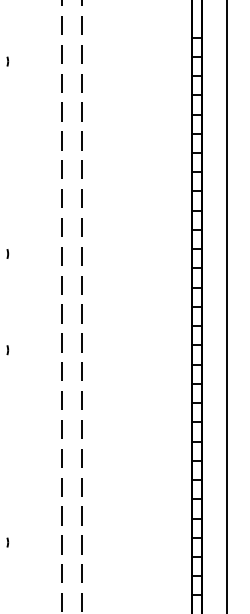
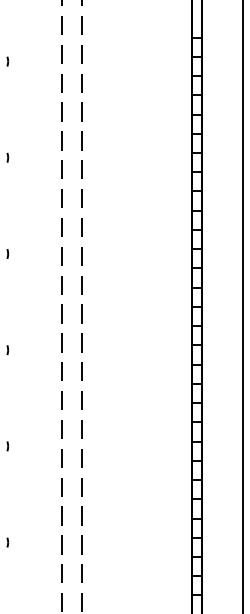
part at (7, 157): none -> present
line at (226, 306) position: (226, 306) -> (242, 306)
part at (7, 446): none -> present
